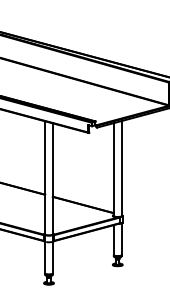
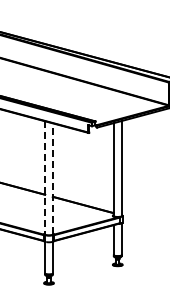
line at (45, 177): solid -> dashed
line at (52, 178): solid -> dashed
